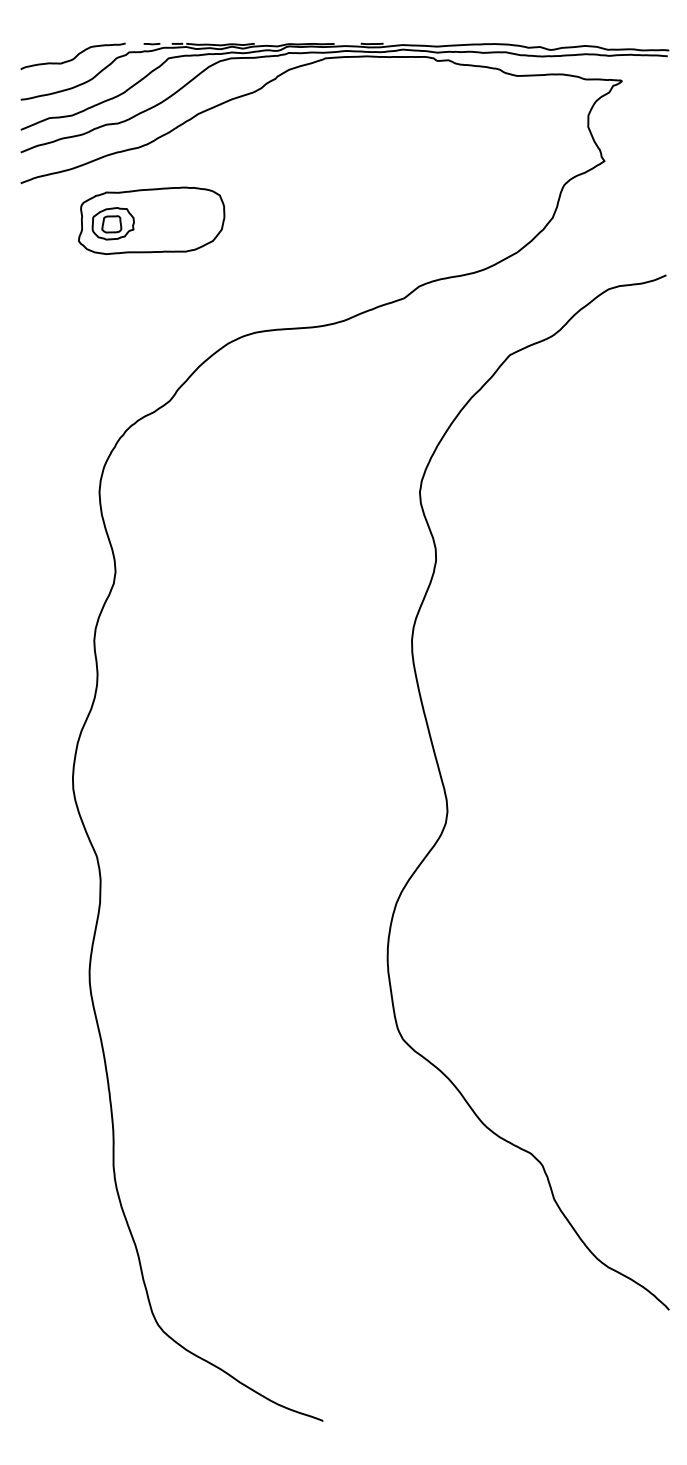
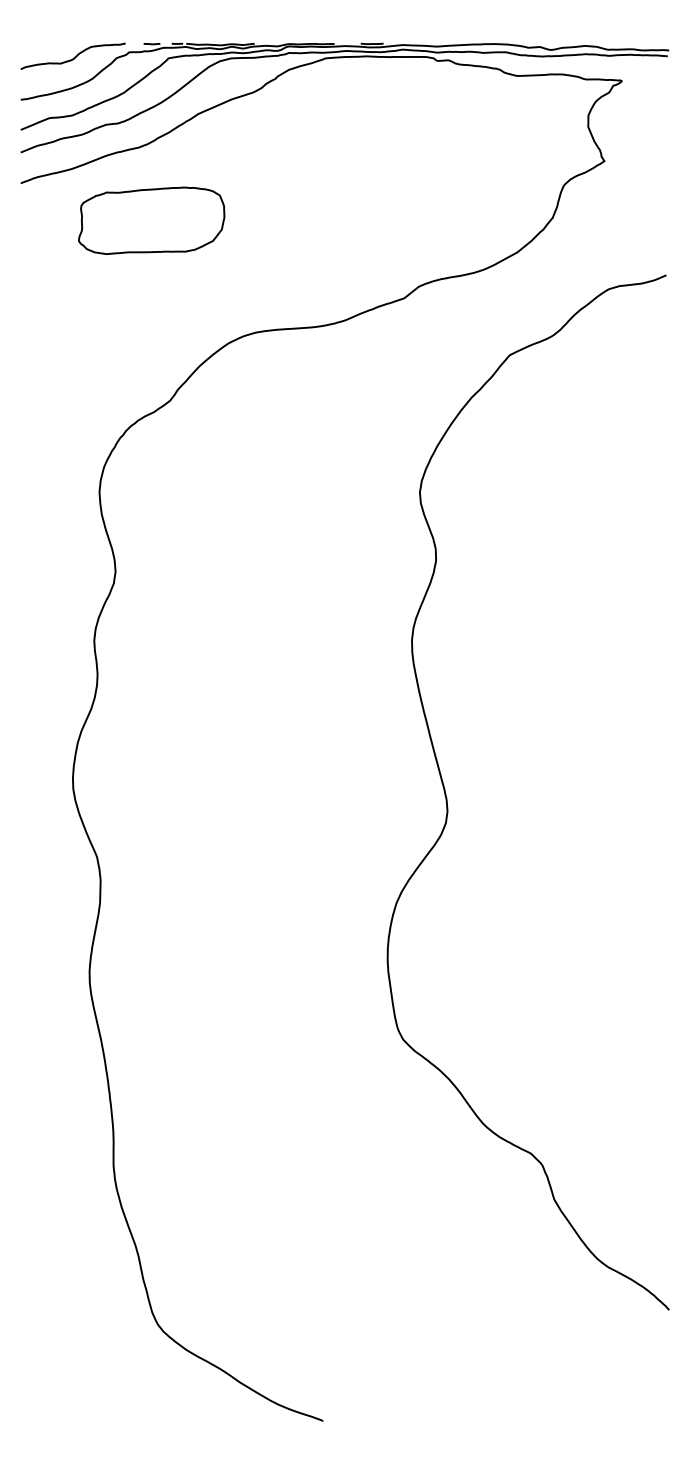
part at (112, 223): present -> none
